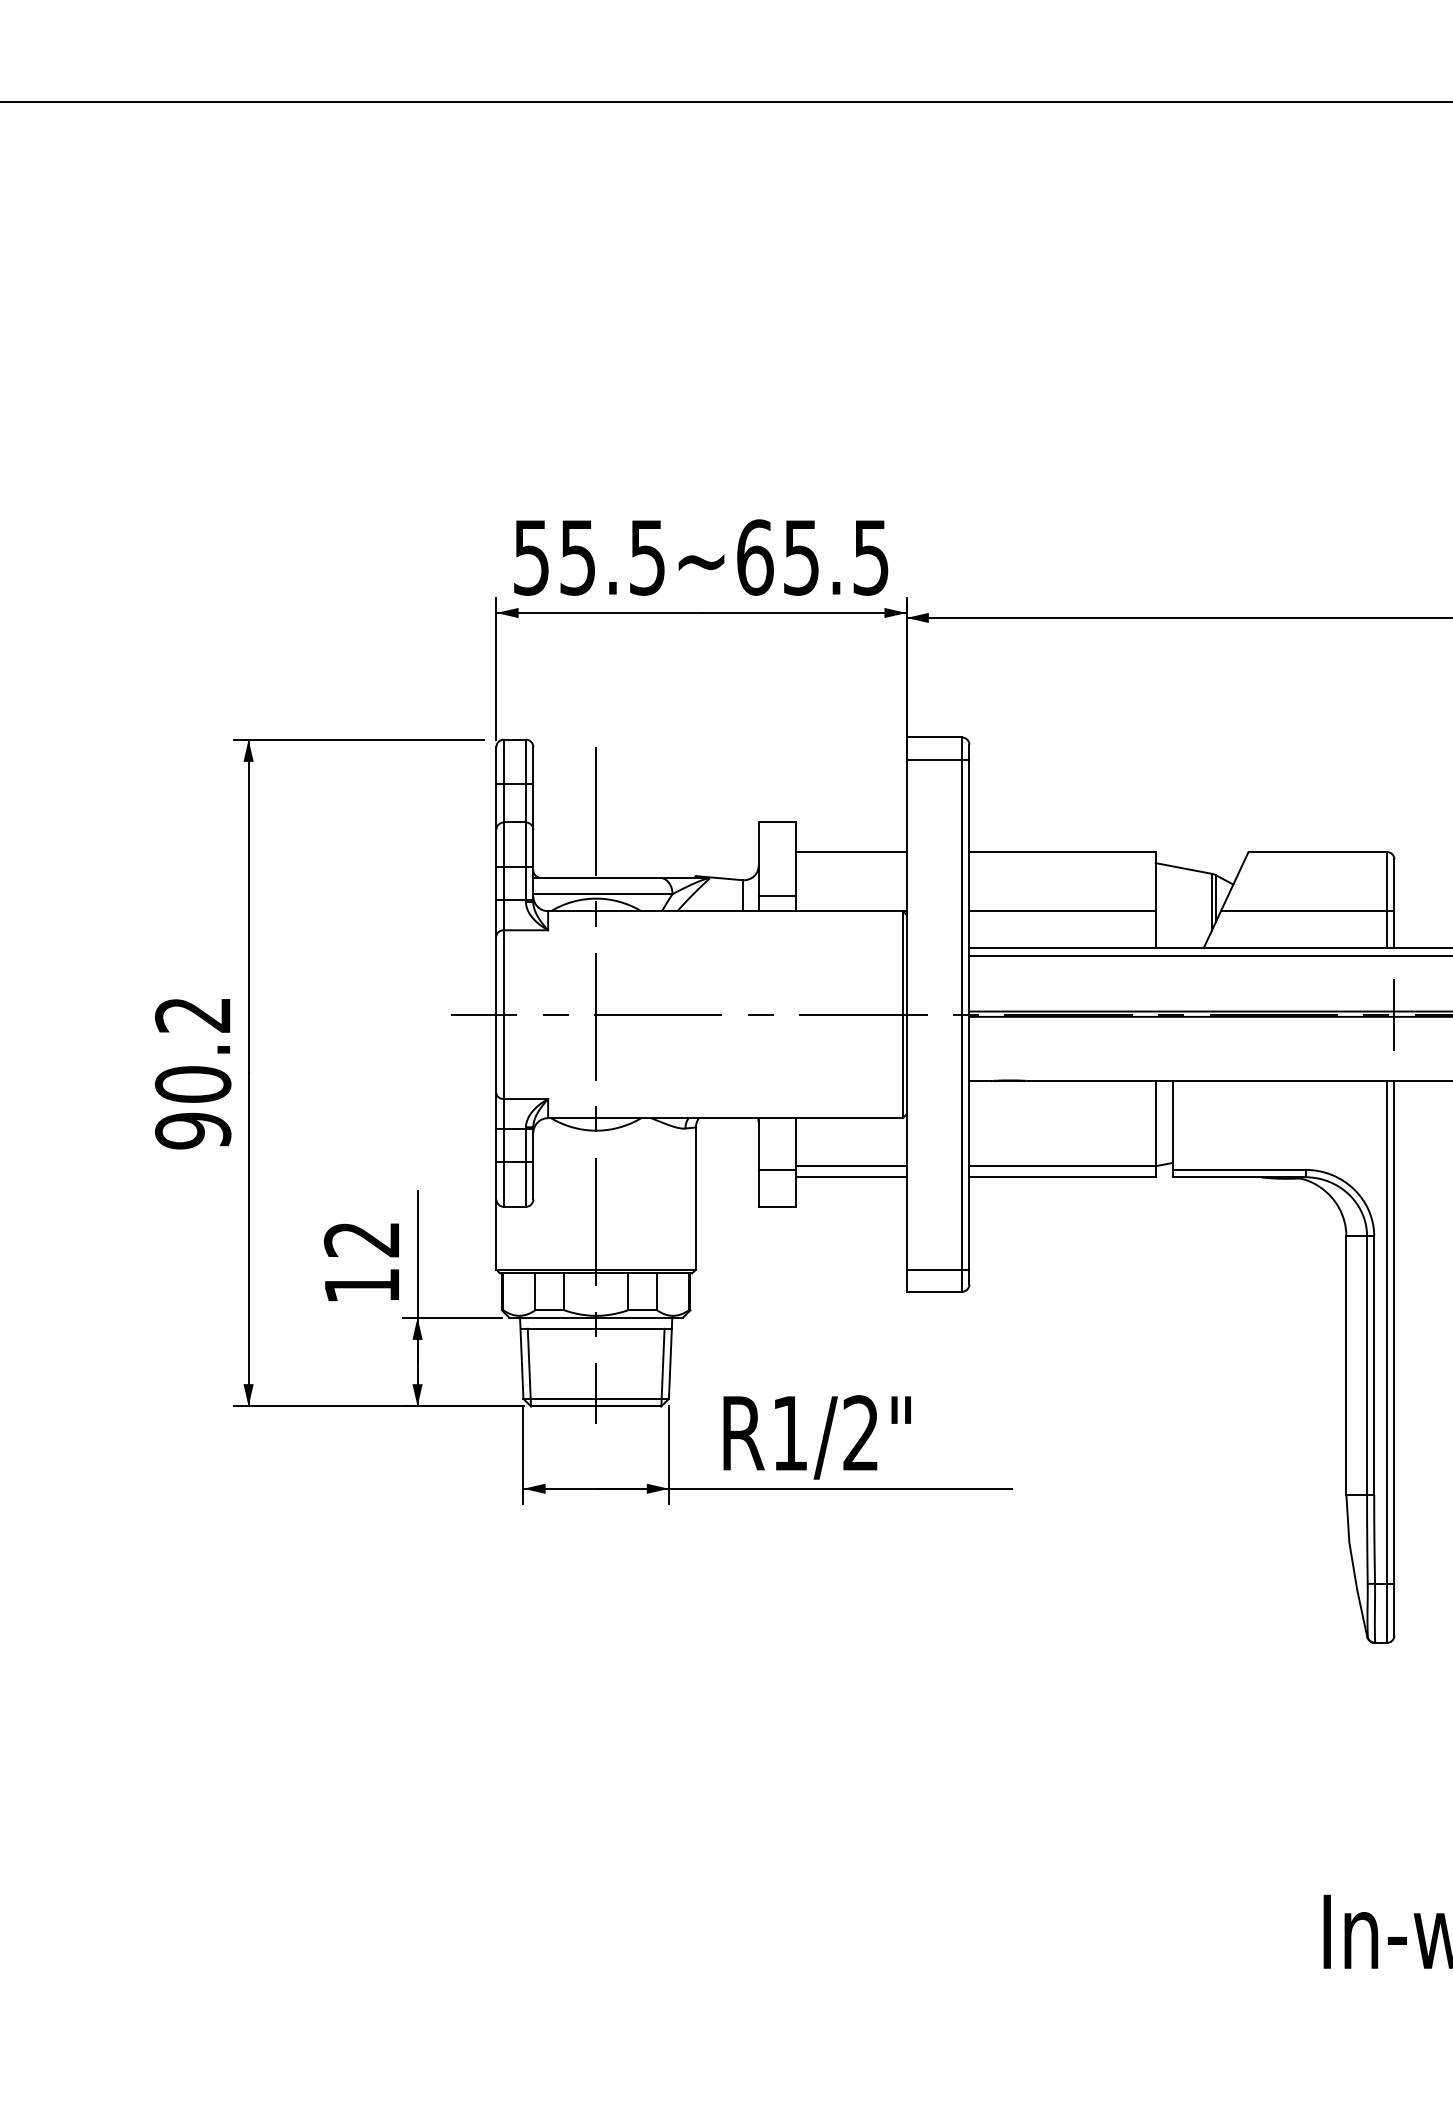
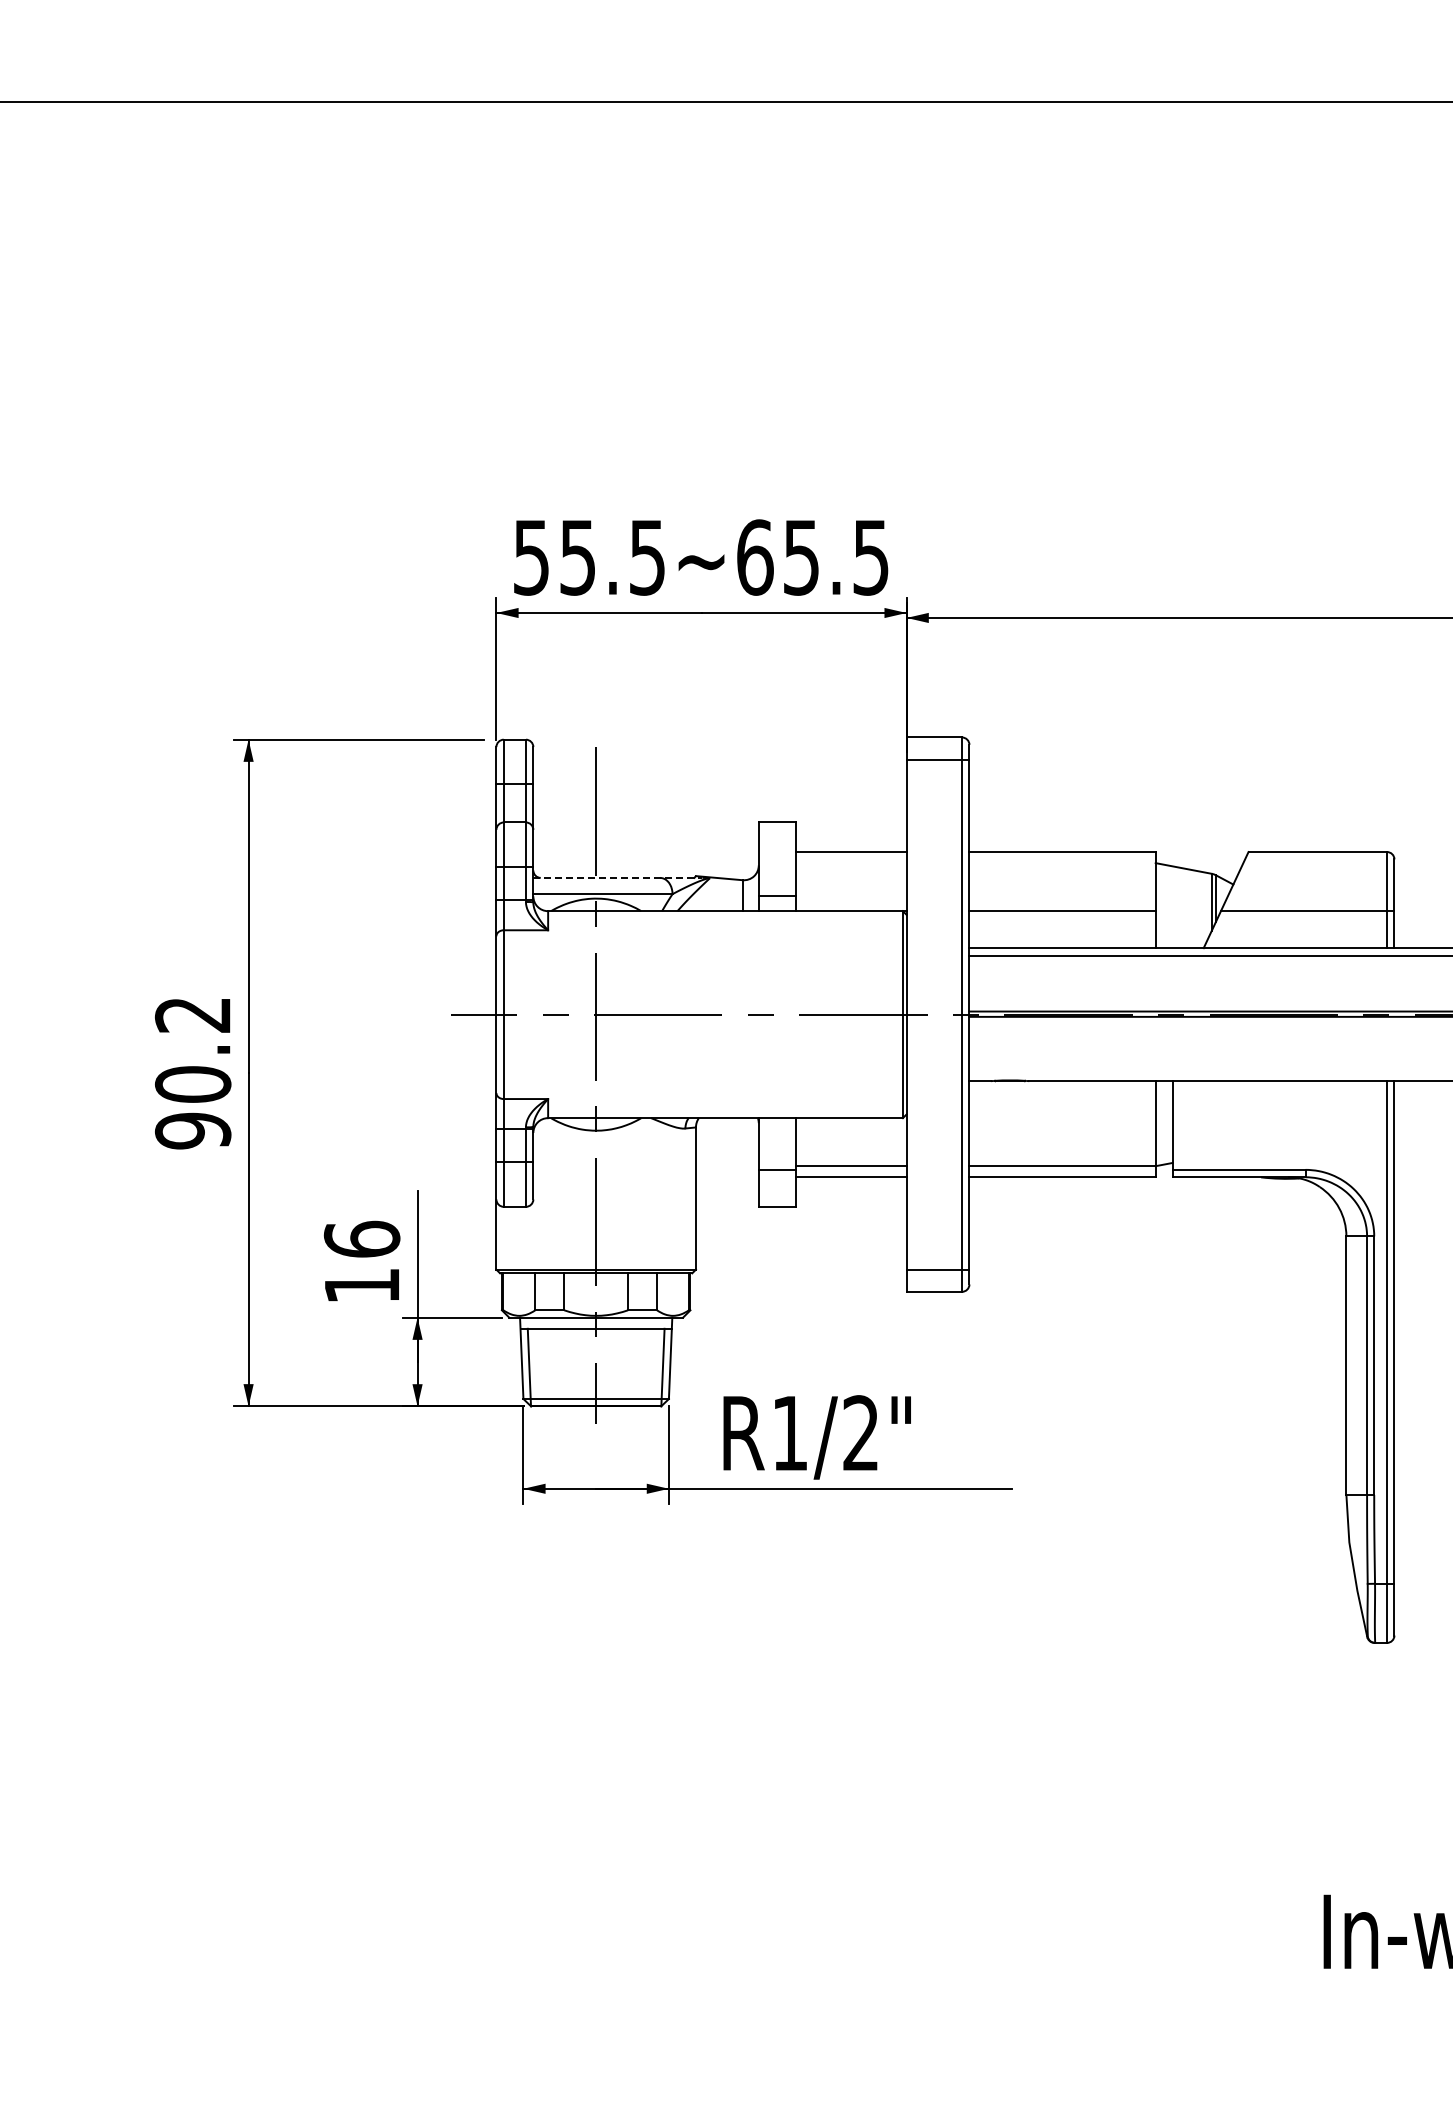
line at (617, 877): solid -> dashed
line at (1393, 1014): present -> none
text at (361, 1238): 12 -> 16
